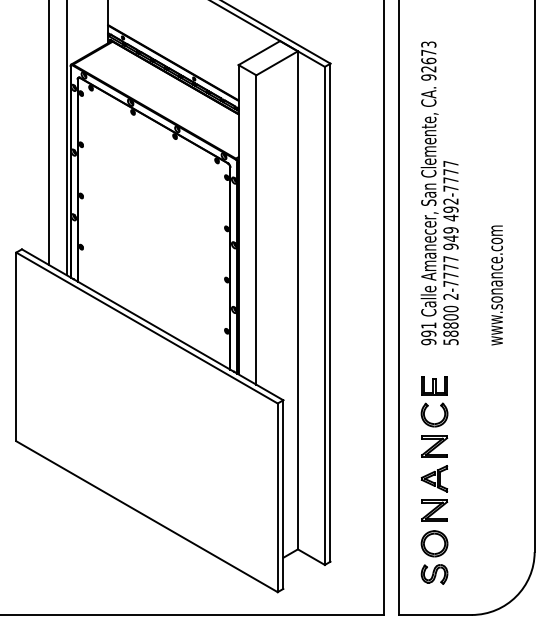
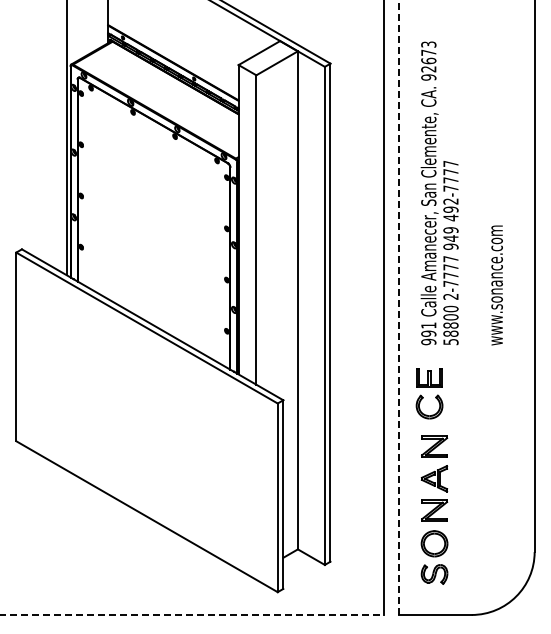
line at (48, 133): present -> none
line at (399, 308): solid -> dashed
part at (434, 401) position: (434, 401) -> (429, 393)
line at (192, 614): solid -> dashed
